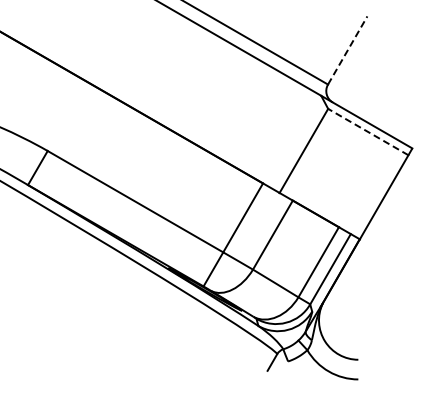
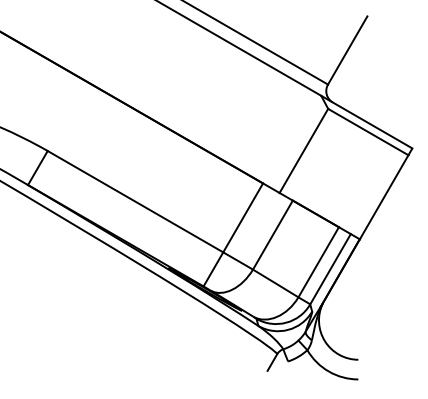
line at (347, 50): dashed -> solid
line at (367, 131): dashed -> solid
